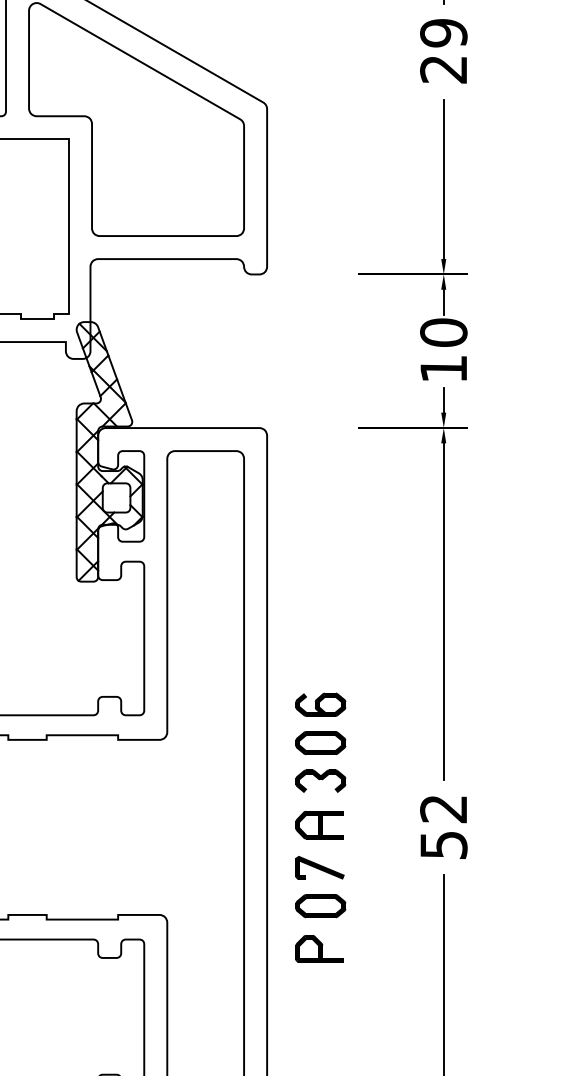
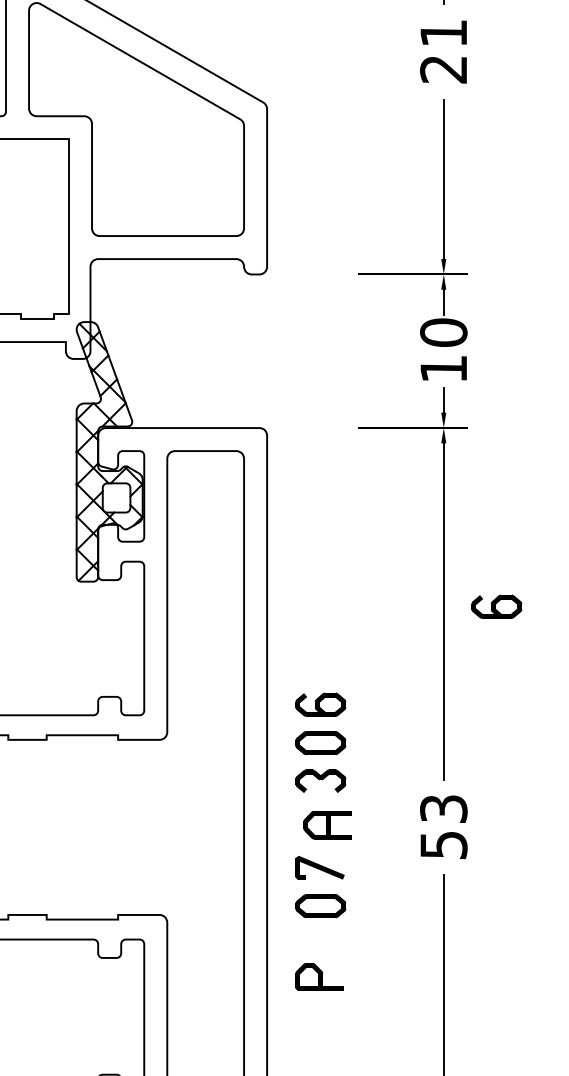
text at (443, 33): 29 -> 21
part at (496, 606): none -> present
text at (443, 809): 52 -> 53
part at (319, 824) position: (319, 824) -> (327, 824)
part at (319, 948) position: (319, 948) -> (319, 976)
